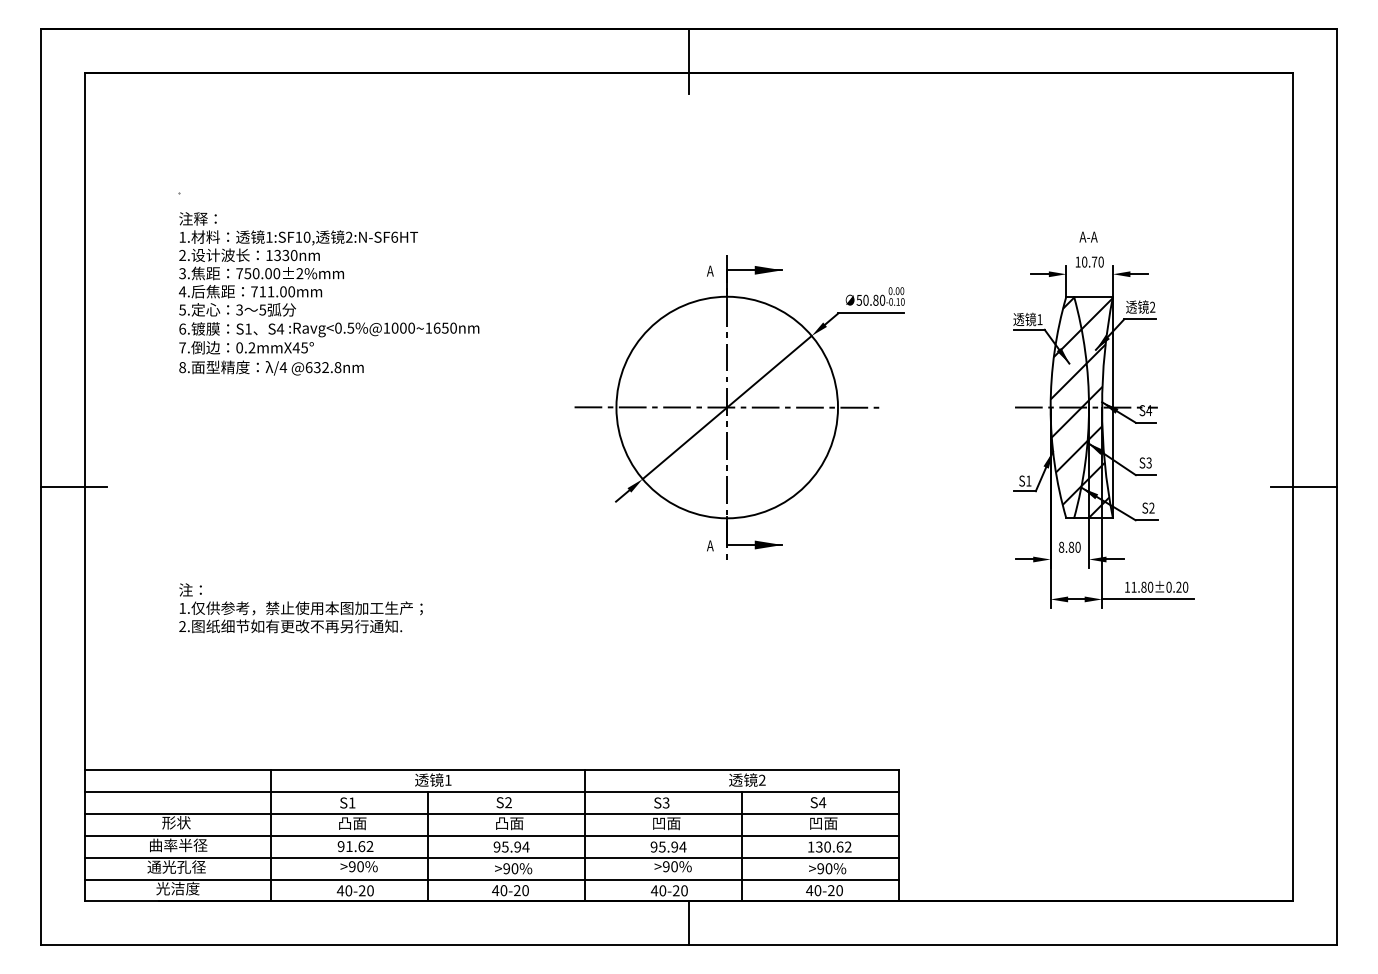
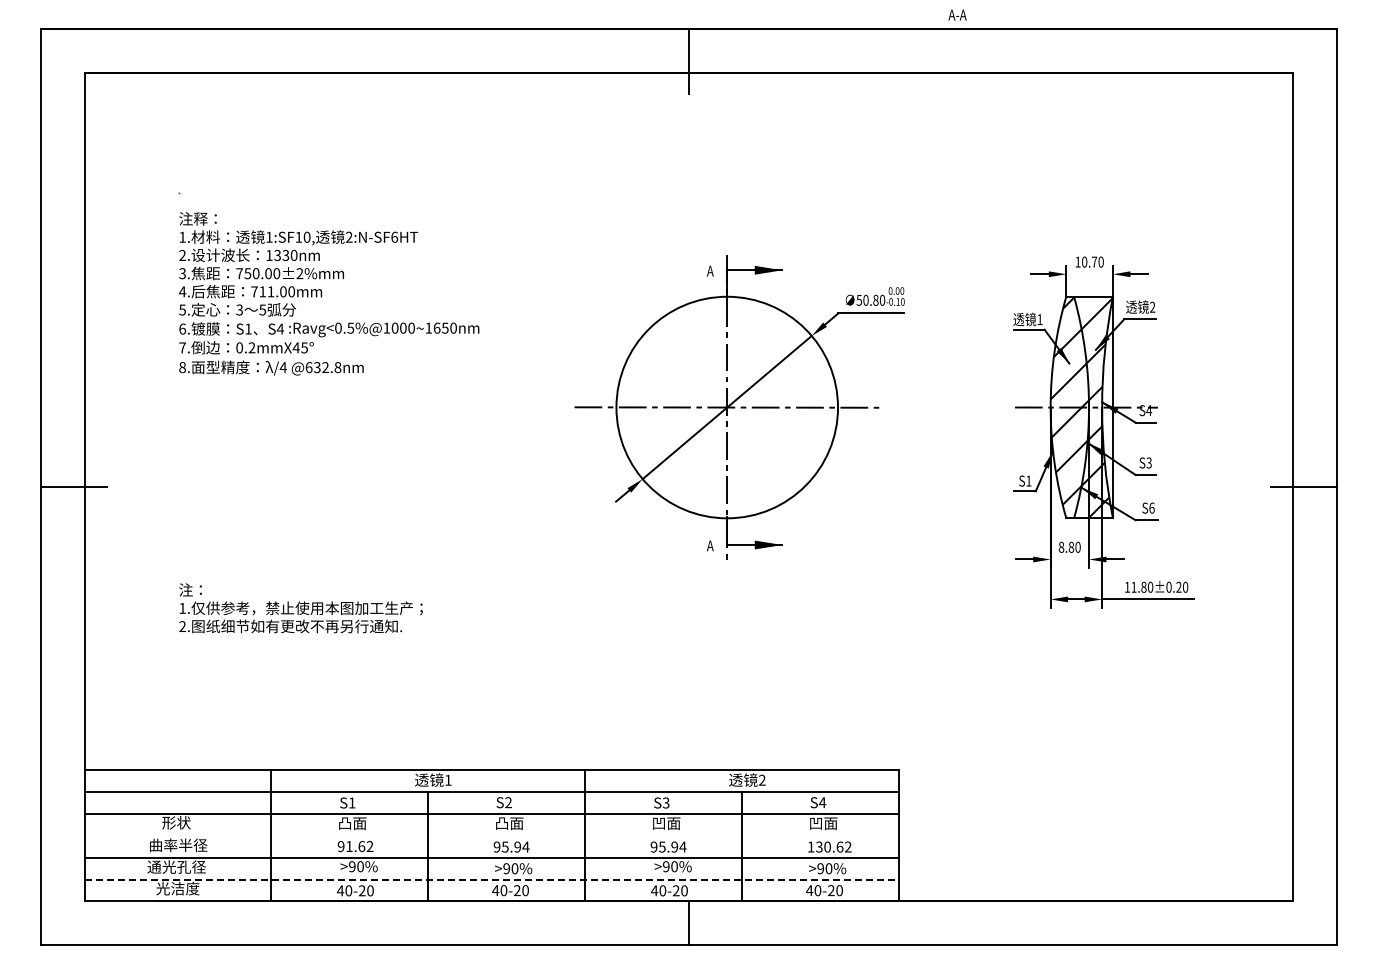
text at (1088, 236) position: (1088, 236) -> (957, 14)
text at (1151, 507): S2 -> S6
line at (491, 835): present -> none
line at (492, 879): solid -> dashed
